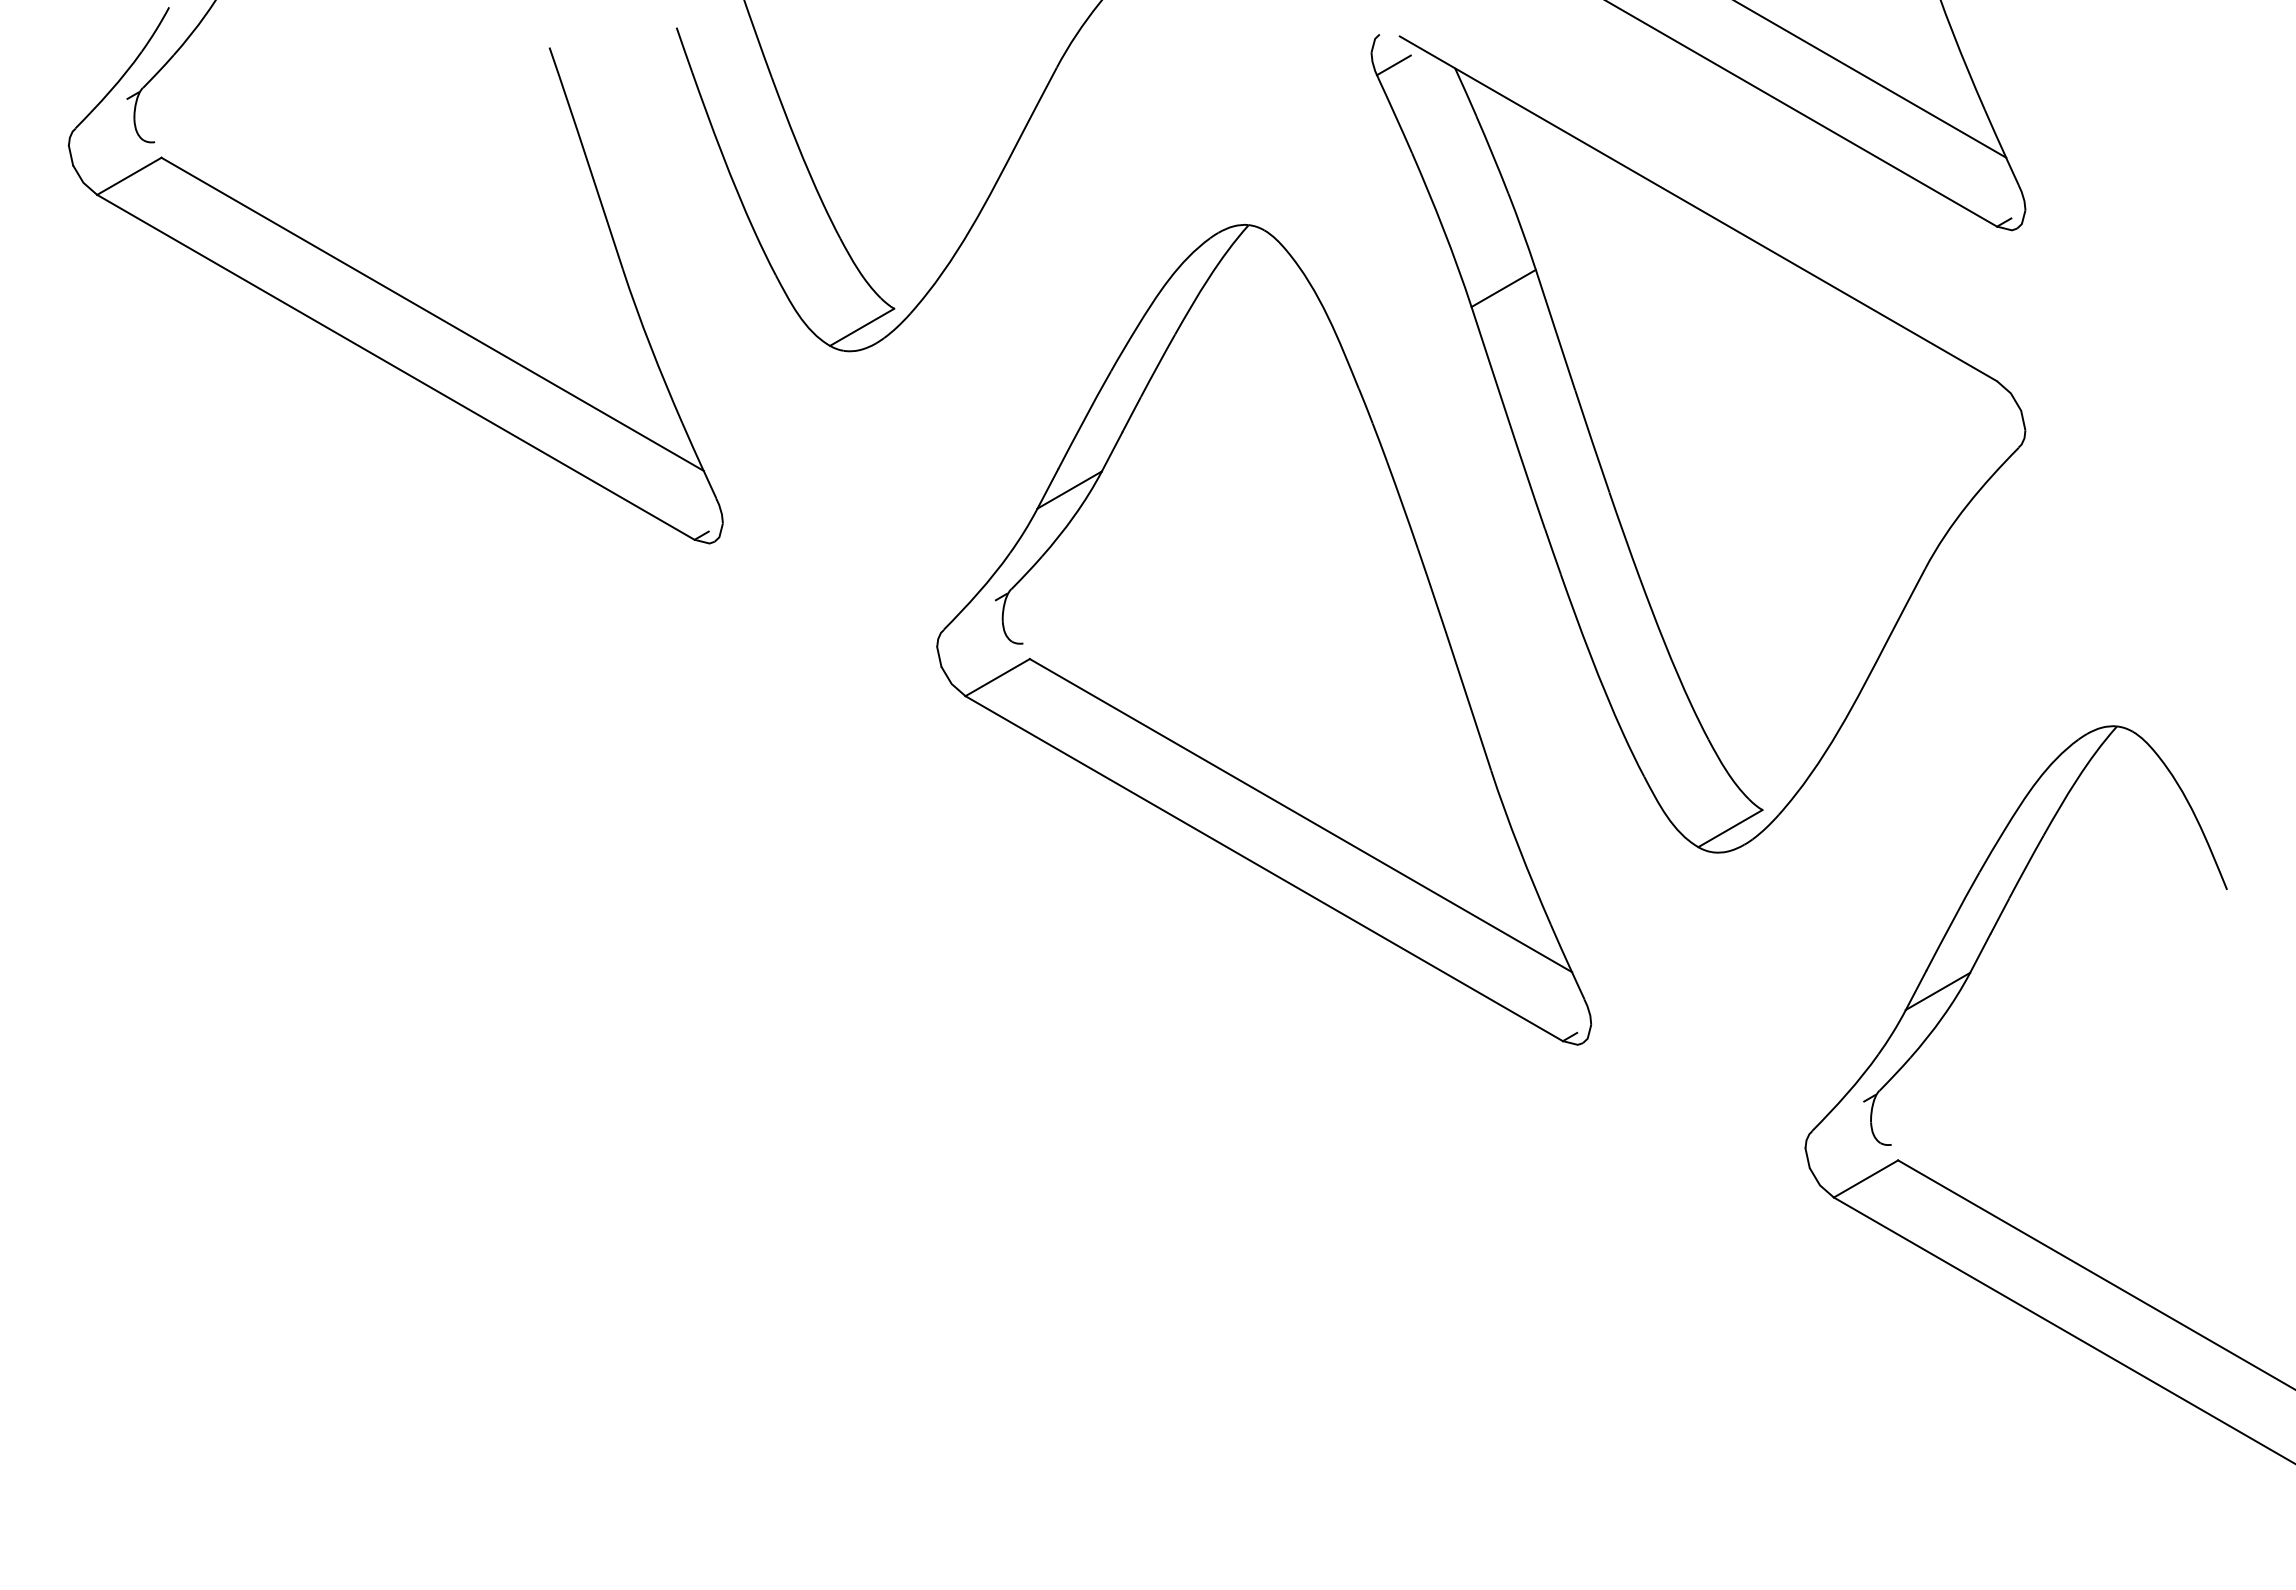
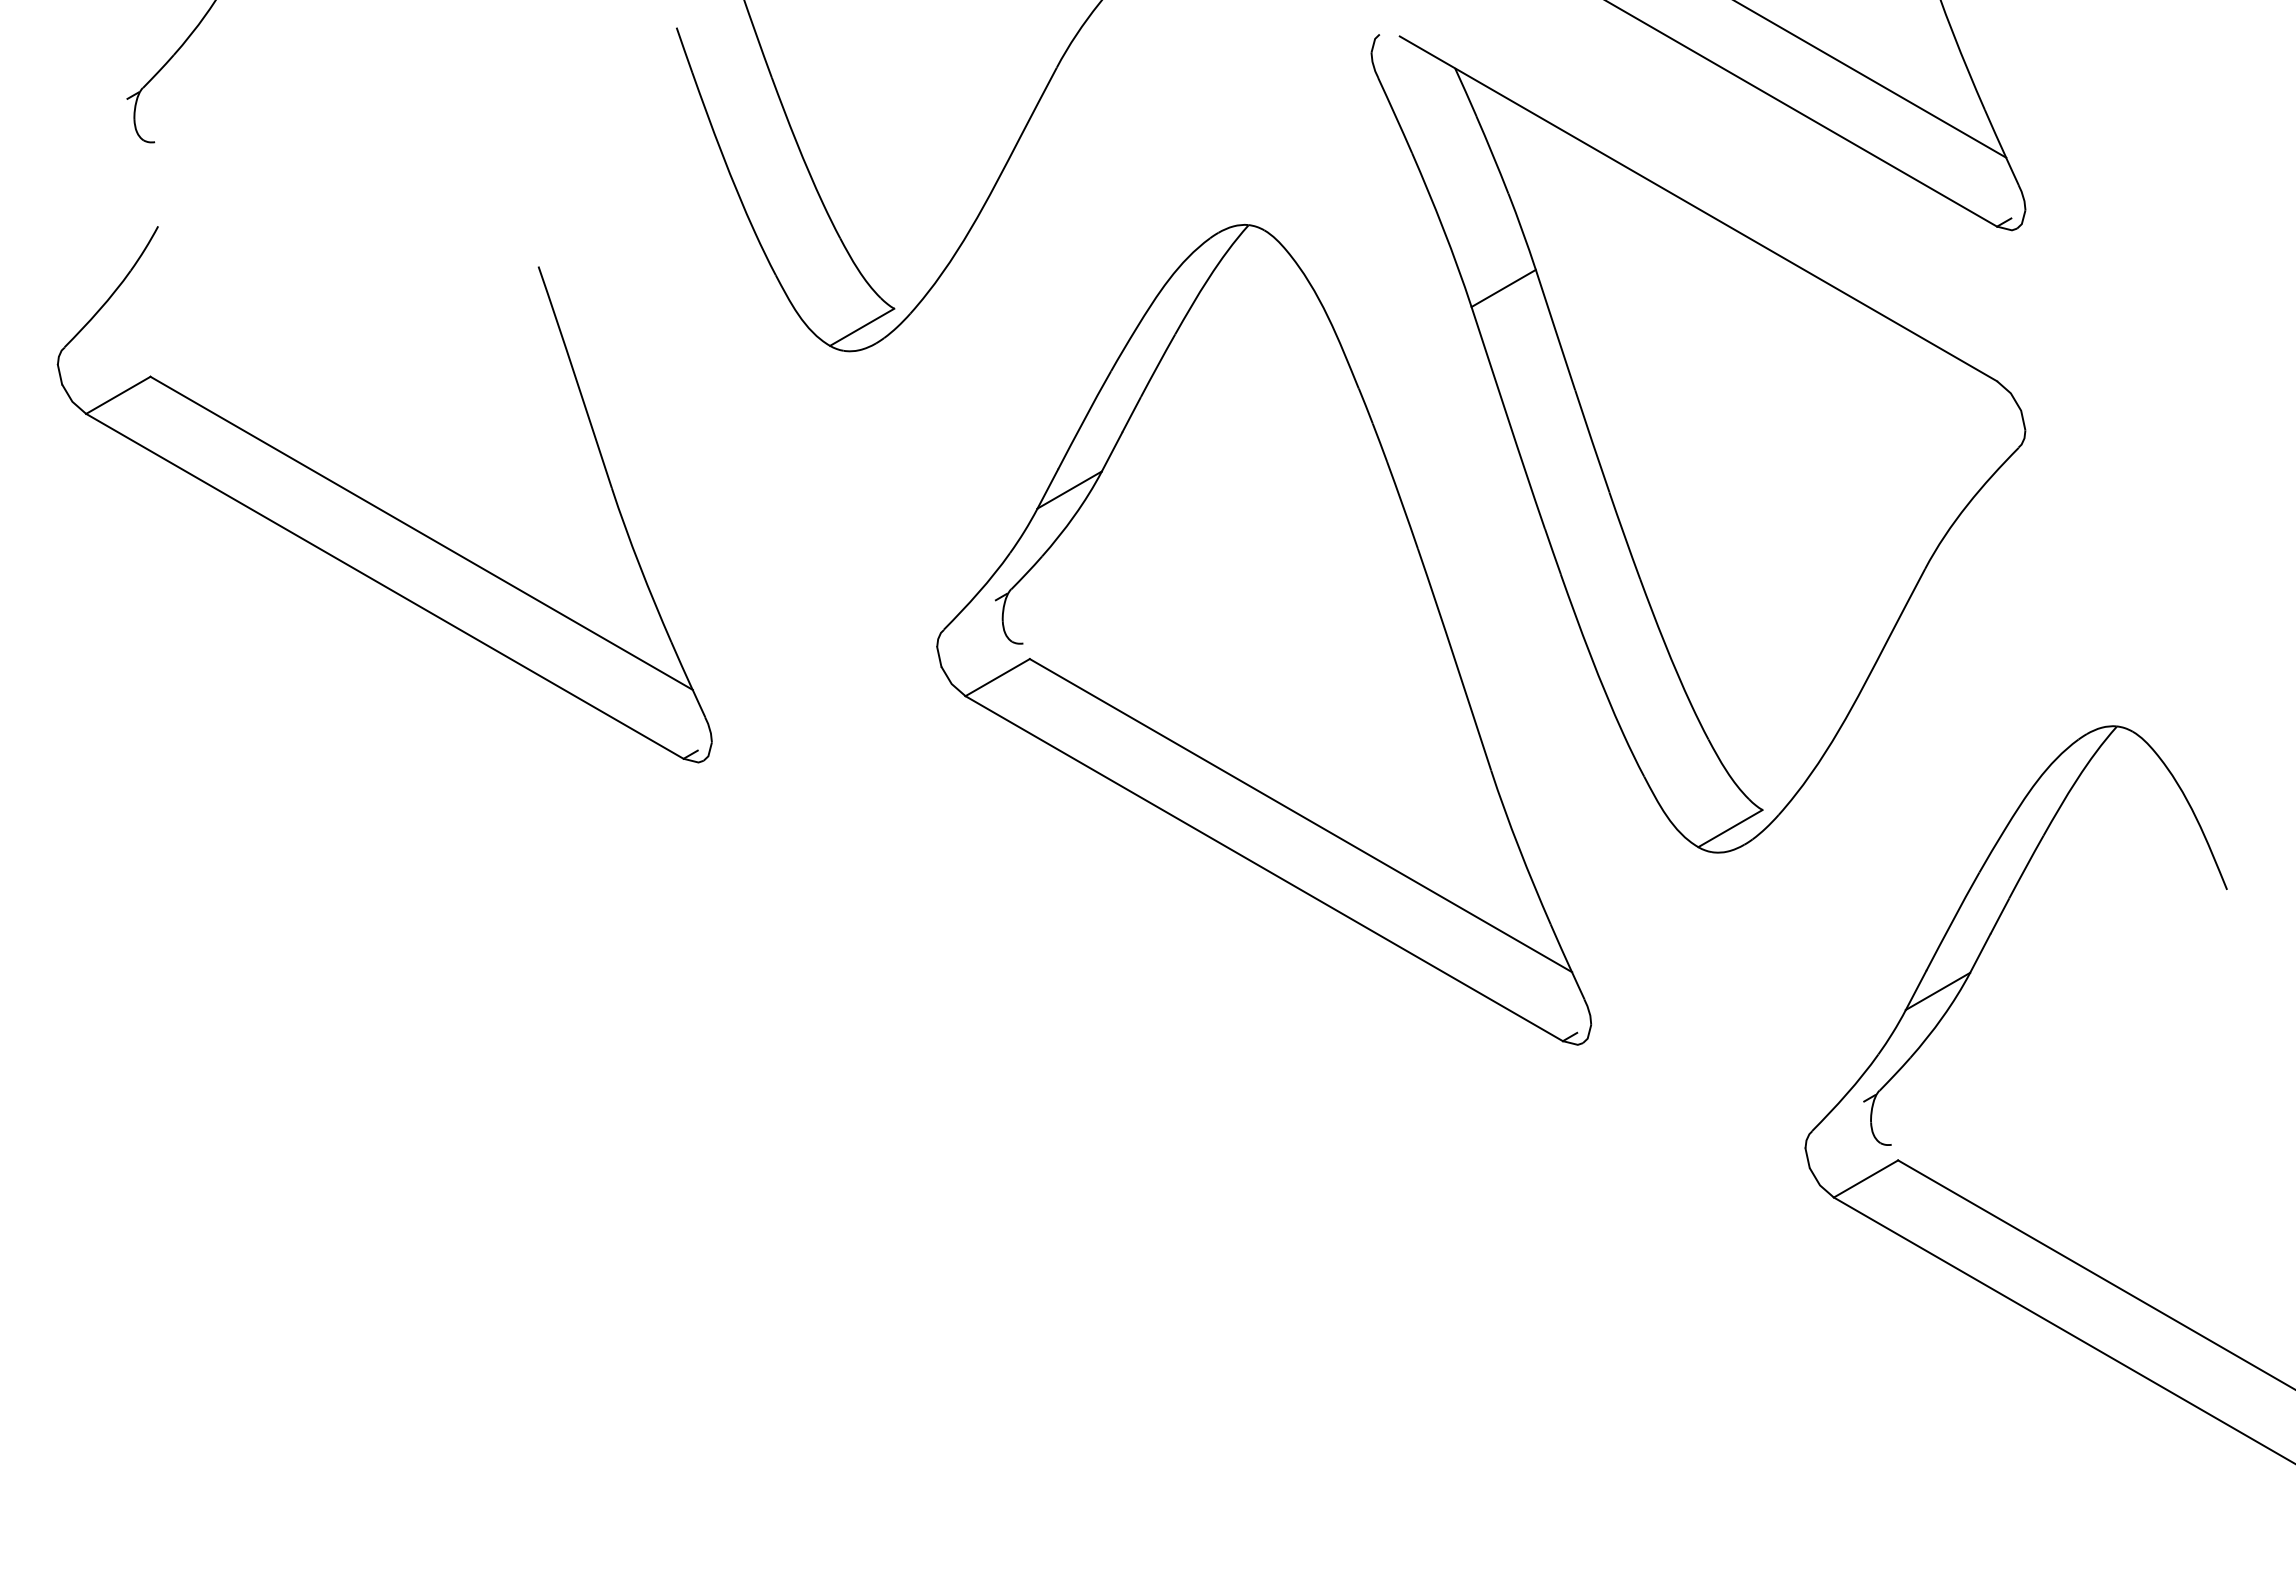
line at (1393, 65): present -> none
part at (388, 287) position: (388, 287) -> (377, 506)
